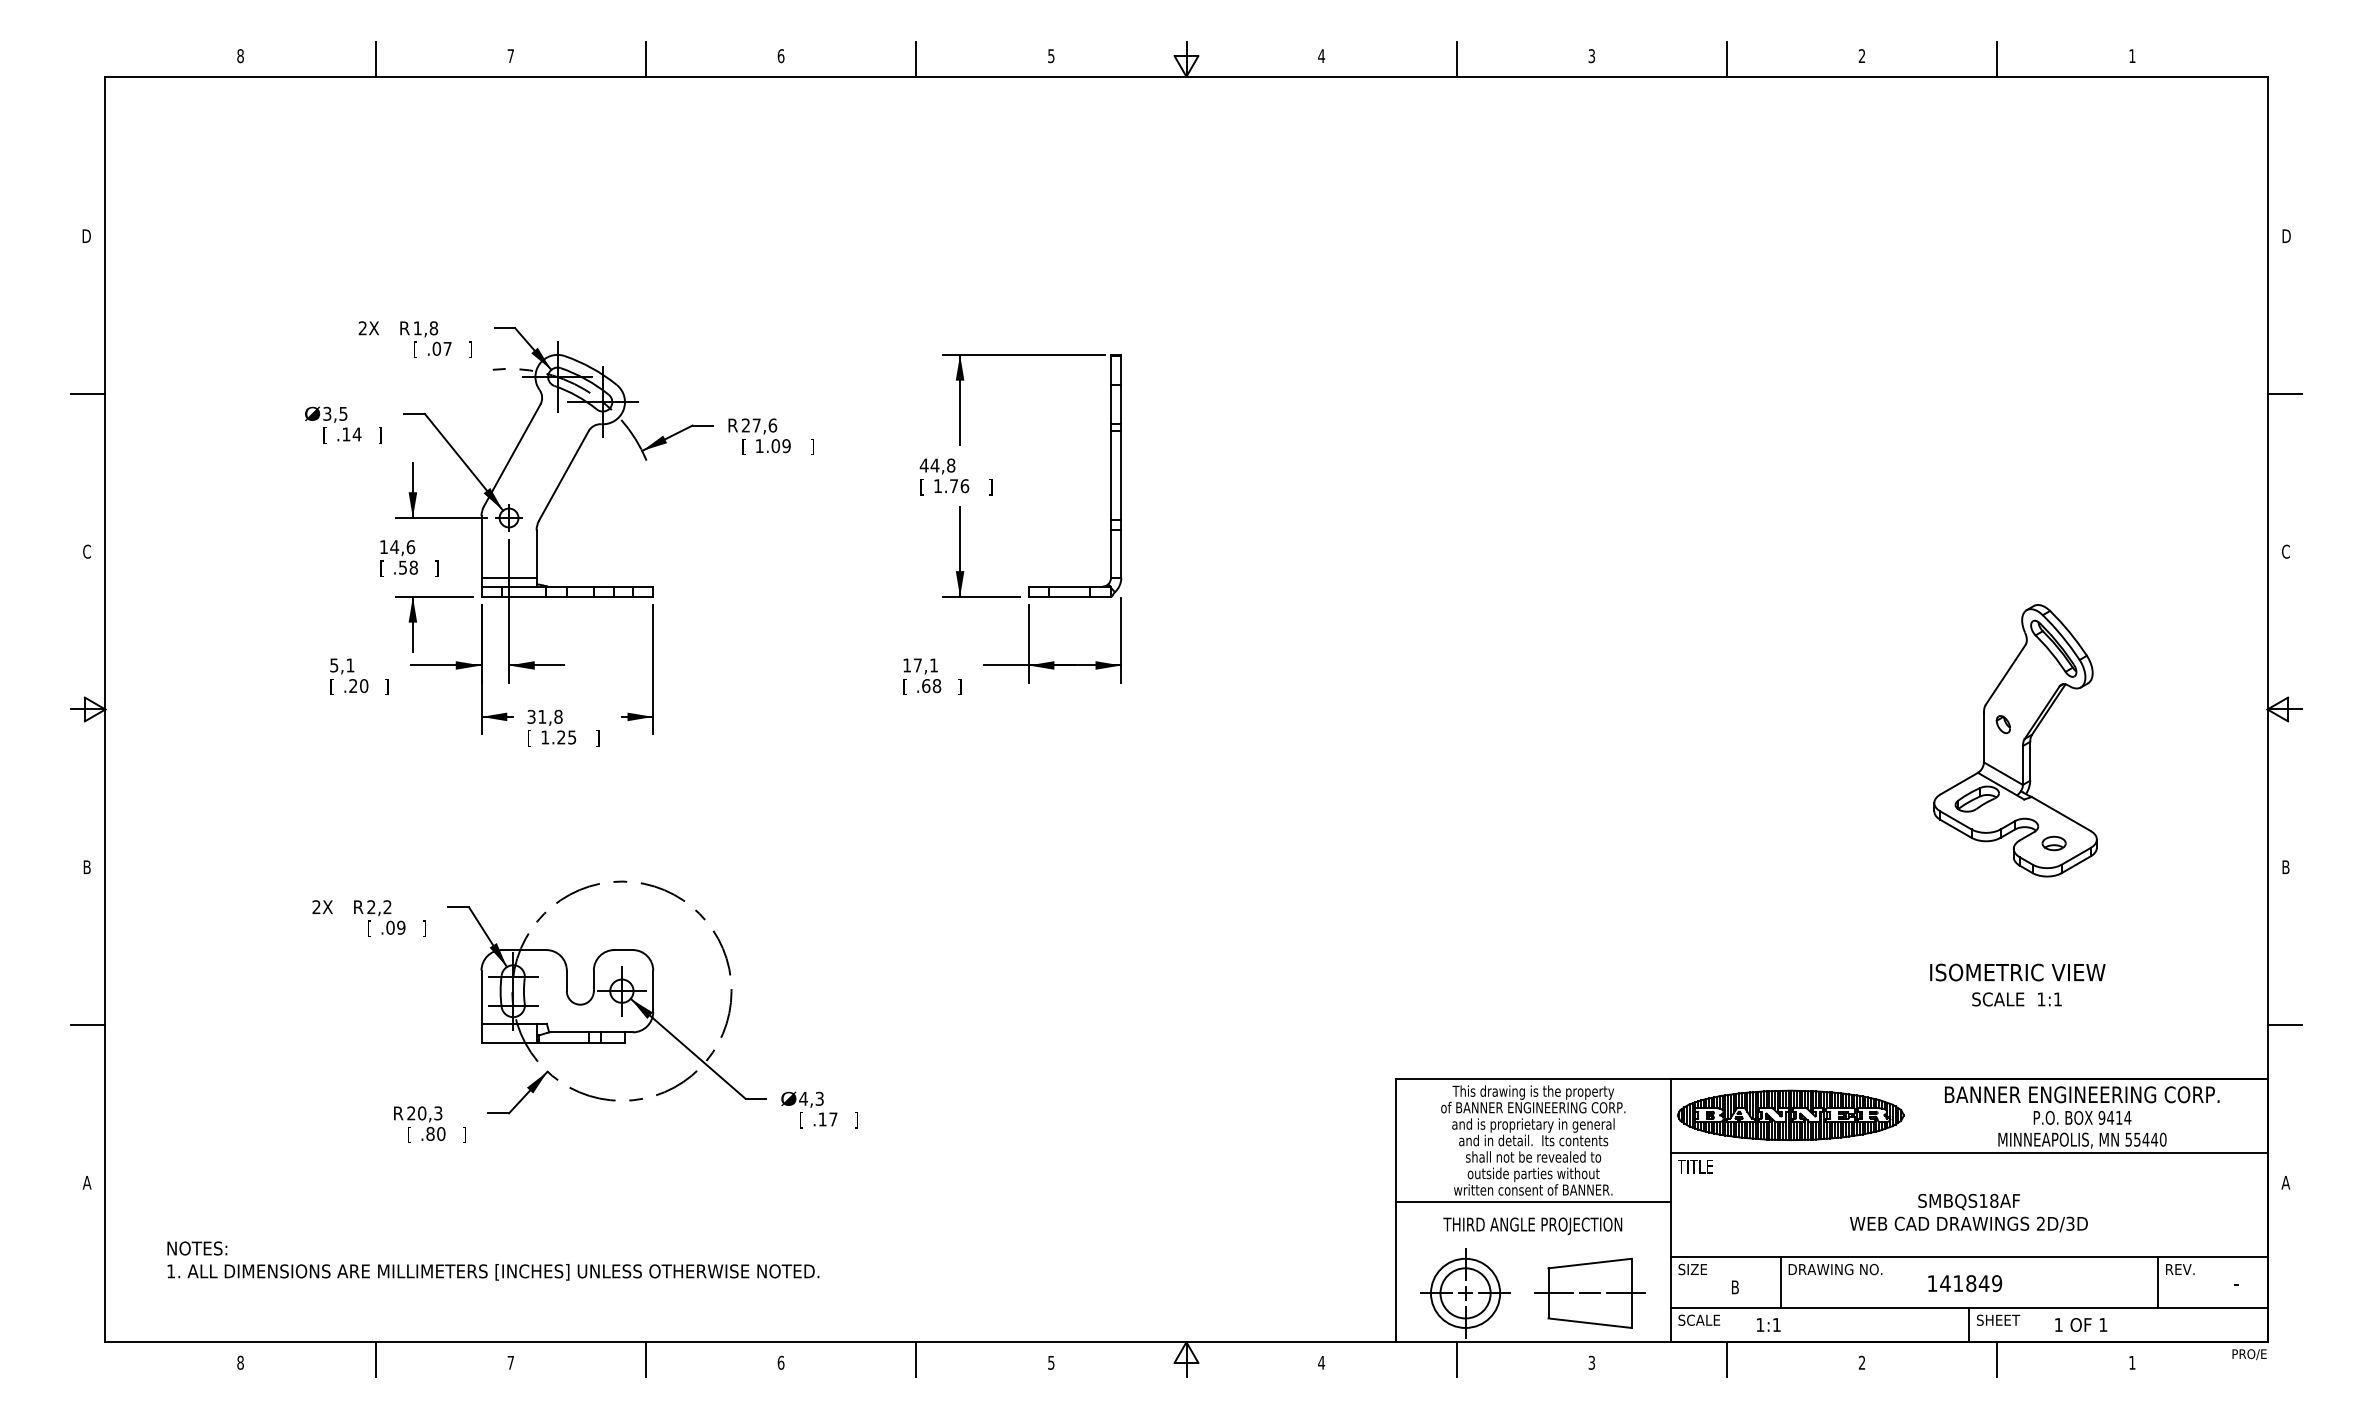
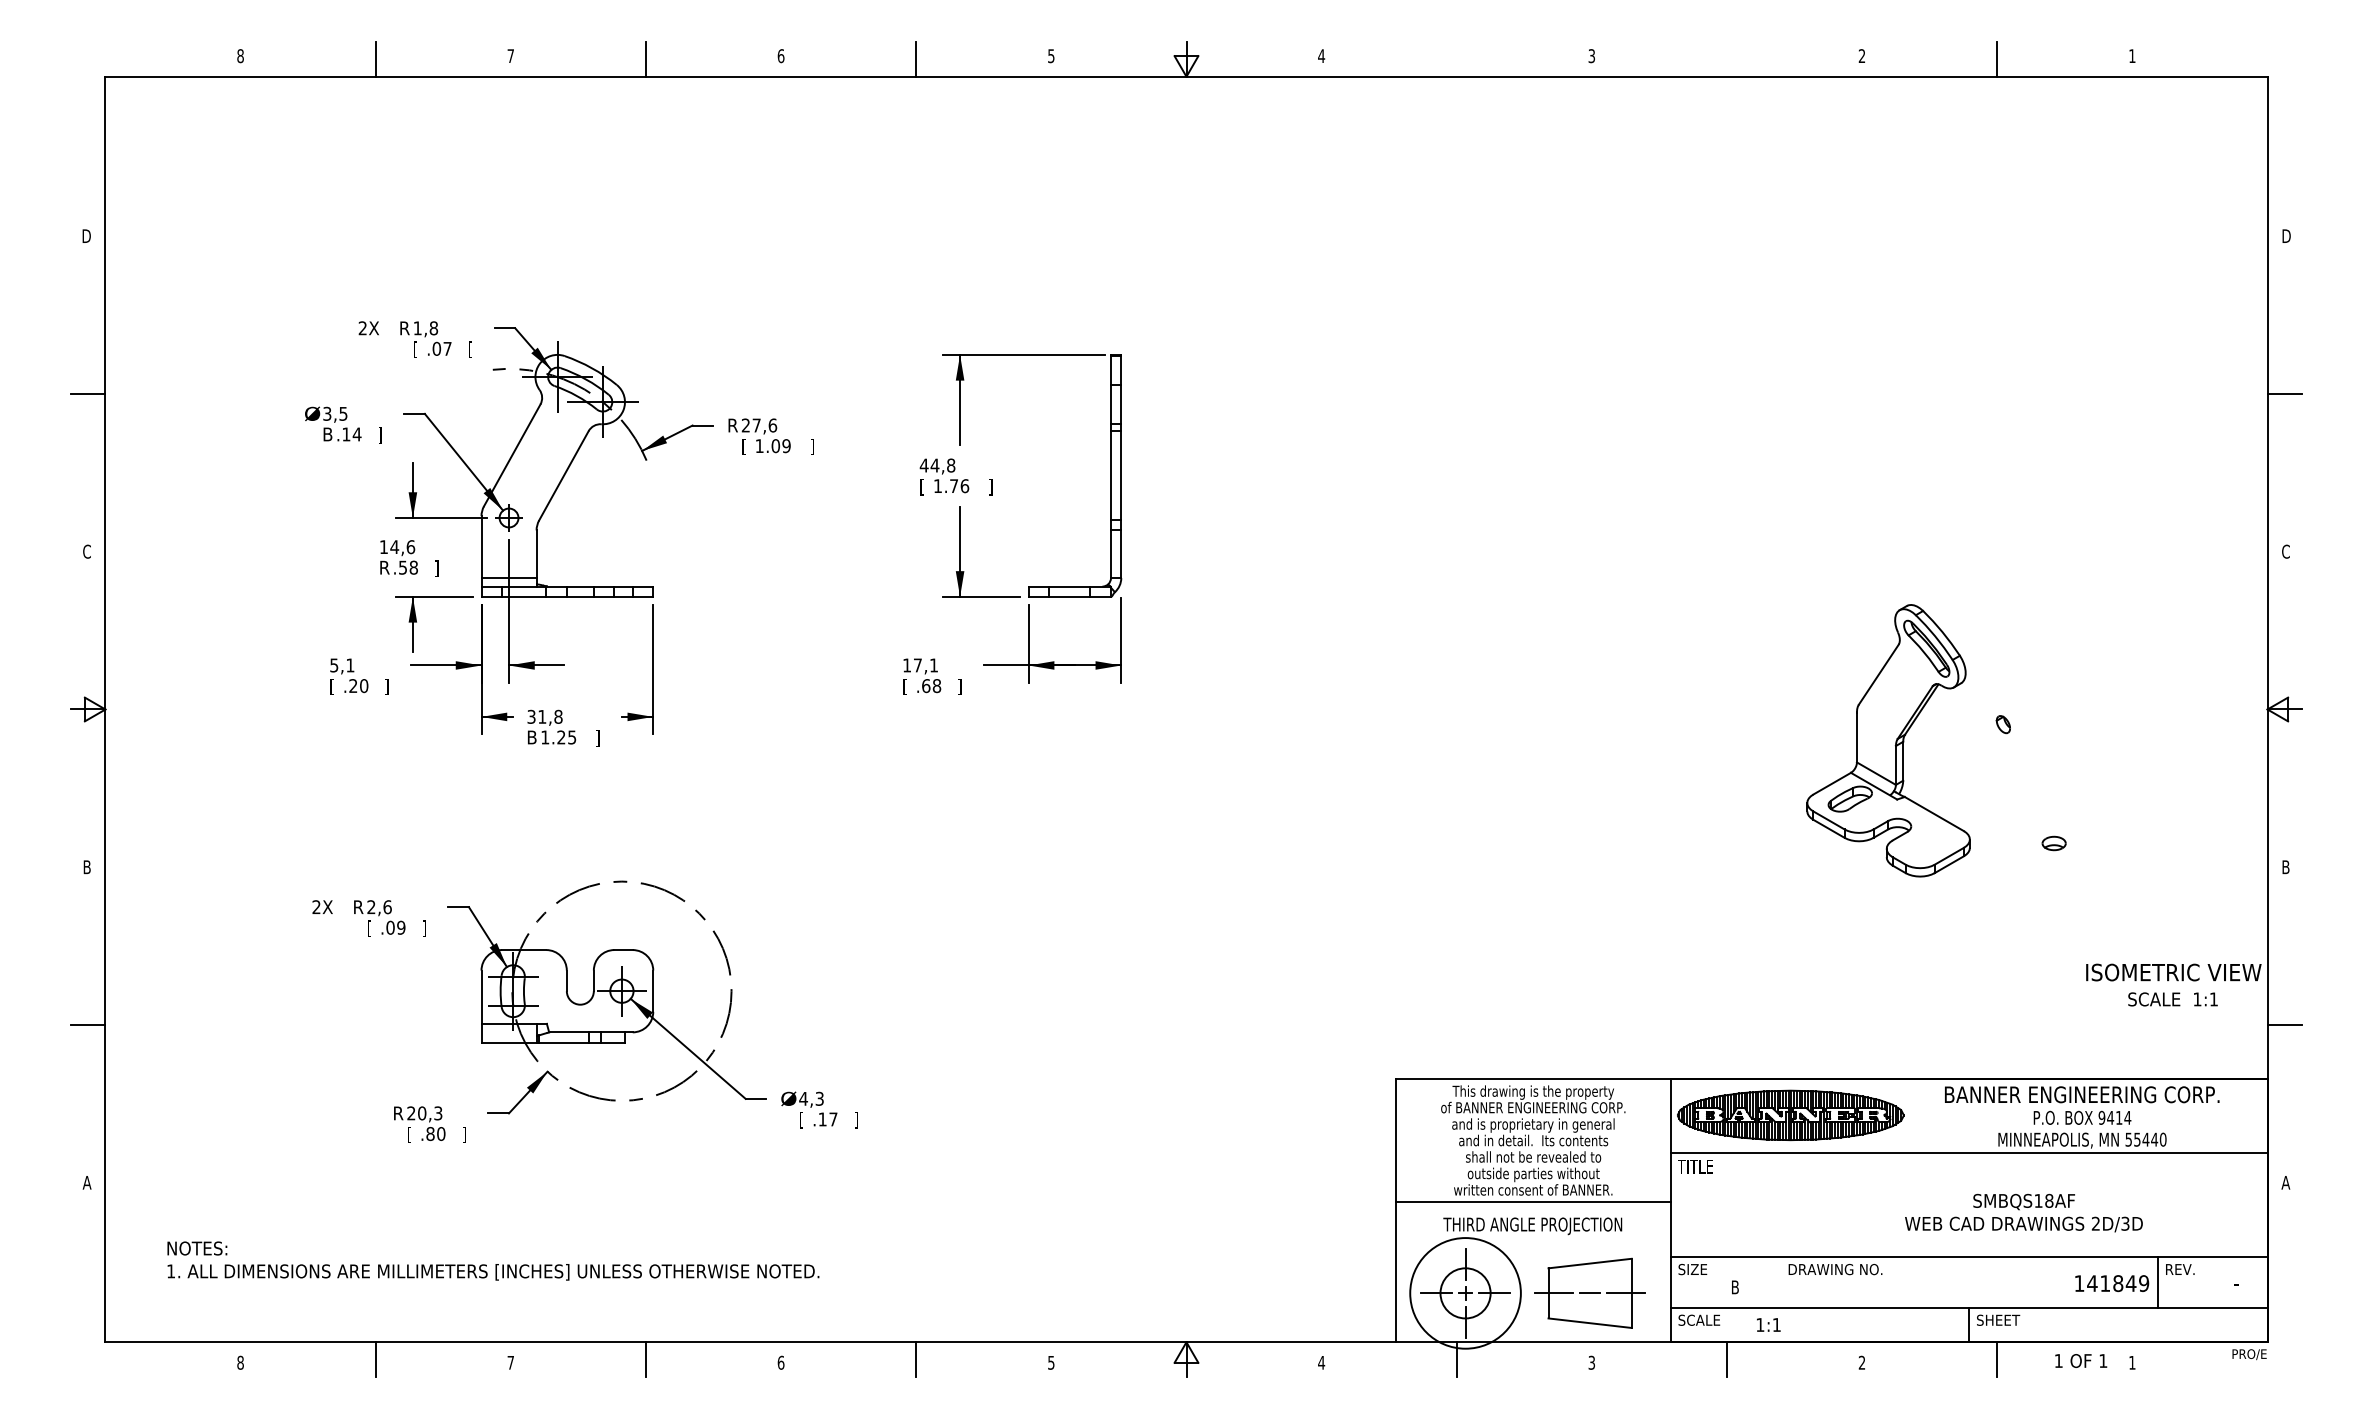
line at (1456, 59): present -> none
line at (1727, 59): present -> none
text at (470, 349): ] -> [
text at (327, 435): [ -> B
text at (384, 568): [ -> R
text at (531, 738): [ -> B
part at (2015, 740) position: (2015, 740) -> (1888, 740)
text at (387, 907): 2,2 -> 2,6
text at (2017, 984) position: (2017, 984) -> (2173, 984)
text at (1968, 1212) position: (1968, 1212) -> (2023, 1212)
line at (1780, 1282): present -> none
text at (1965, 1283) position: (1965, 1283) -> (2112, 1283)
circle at (1465, 1292) diameter: 69 px -> 111 px
text at (2081, 1324) position: (2081, 1324) -> (2081, 1360)
